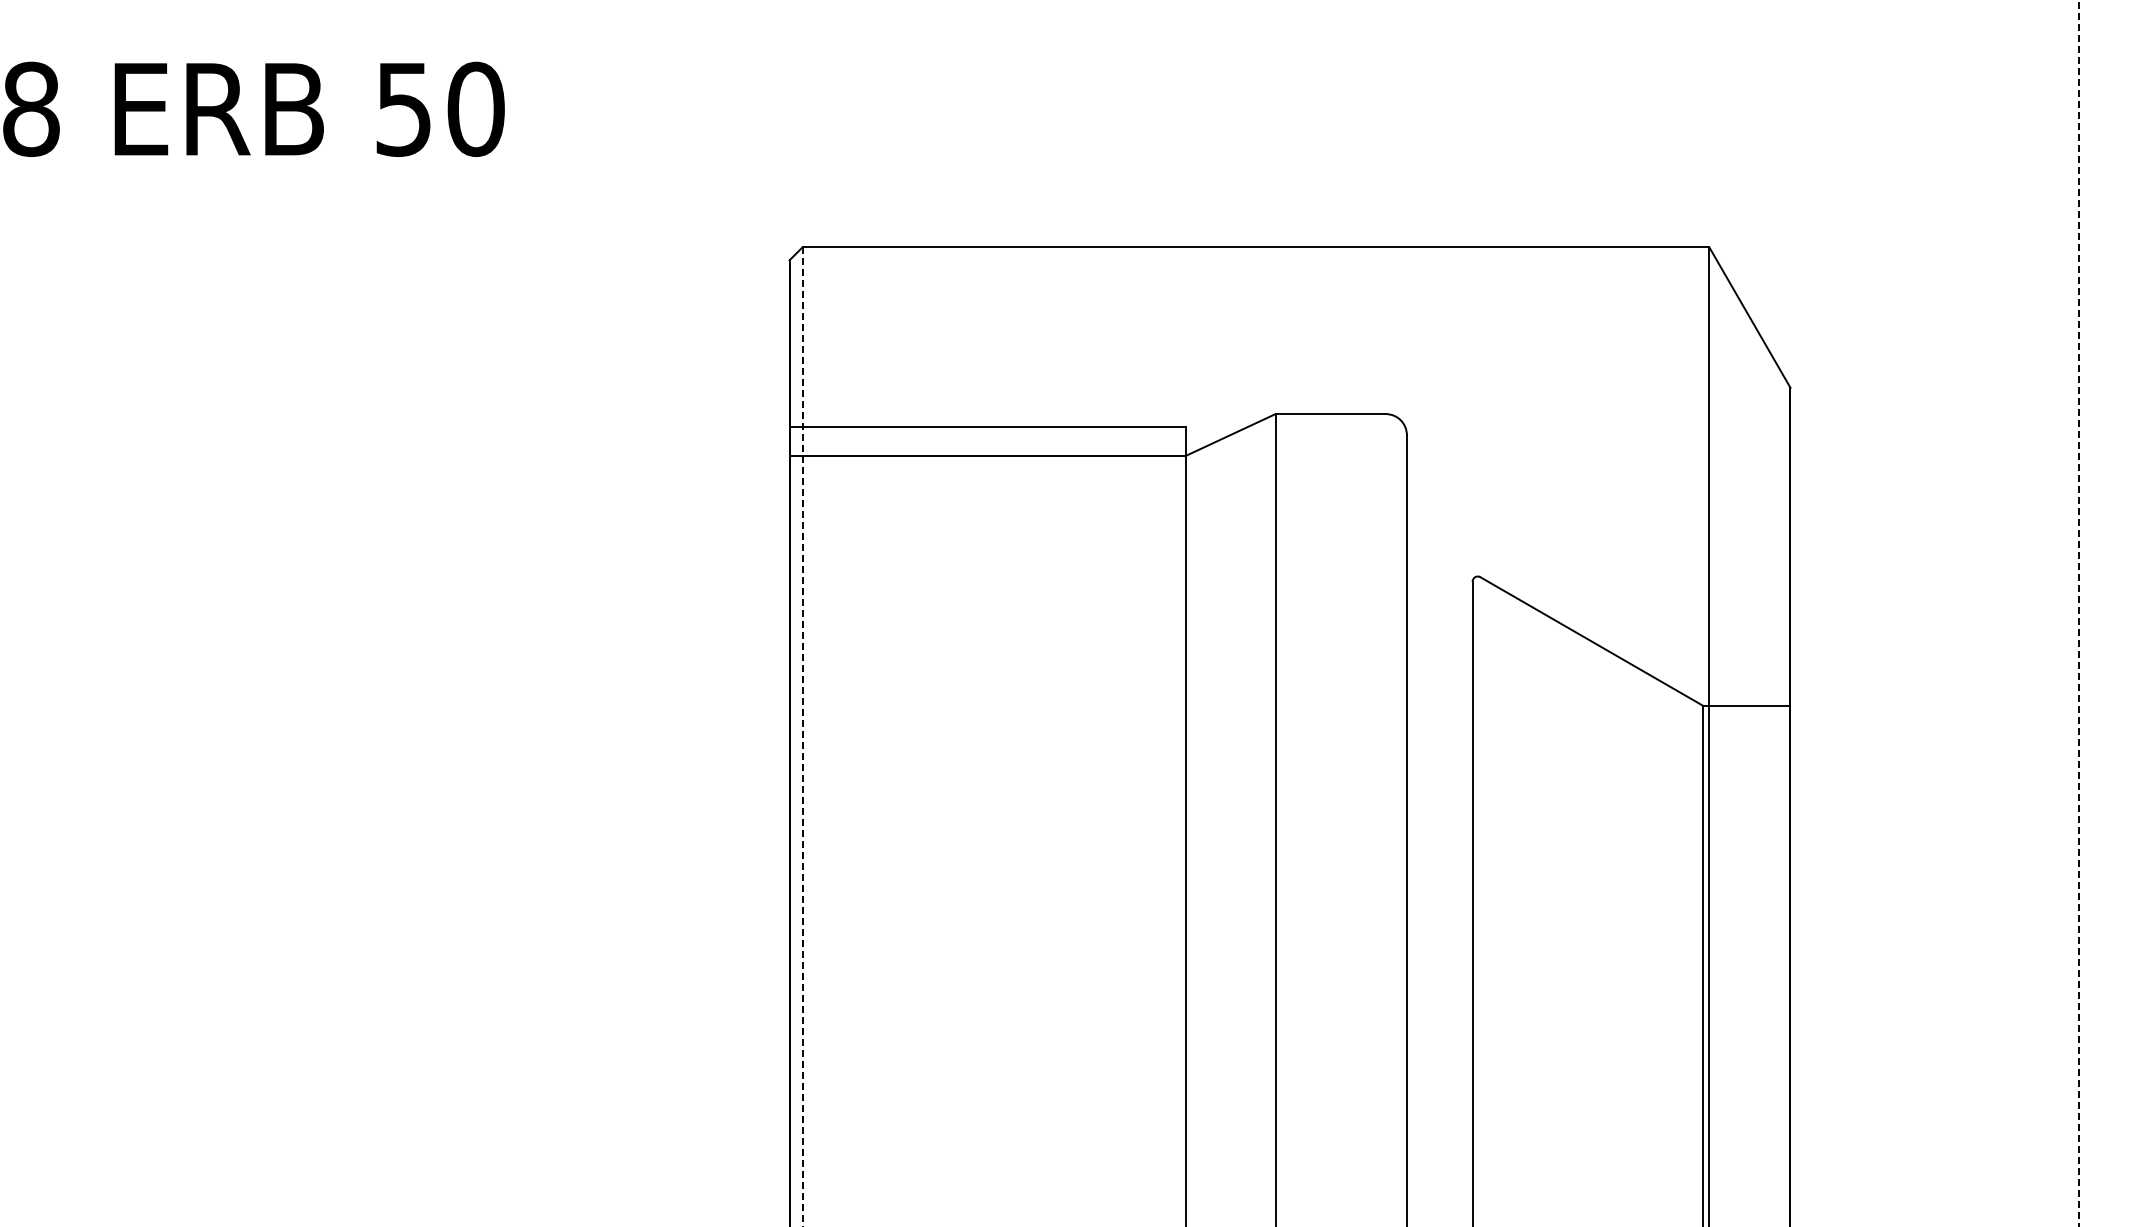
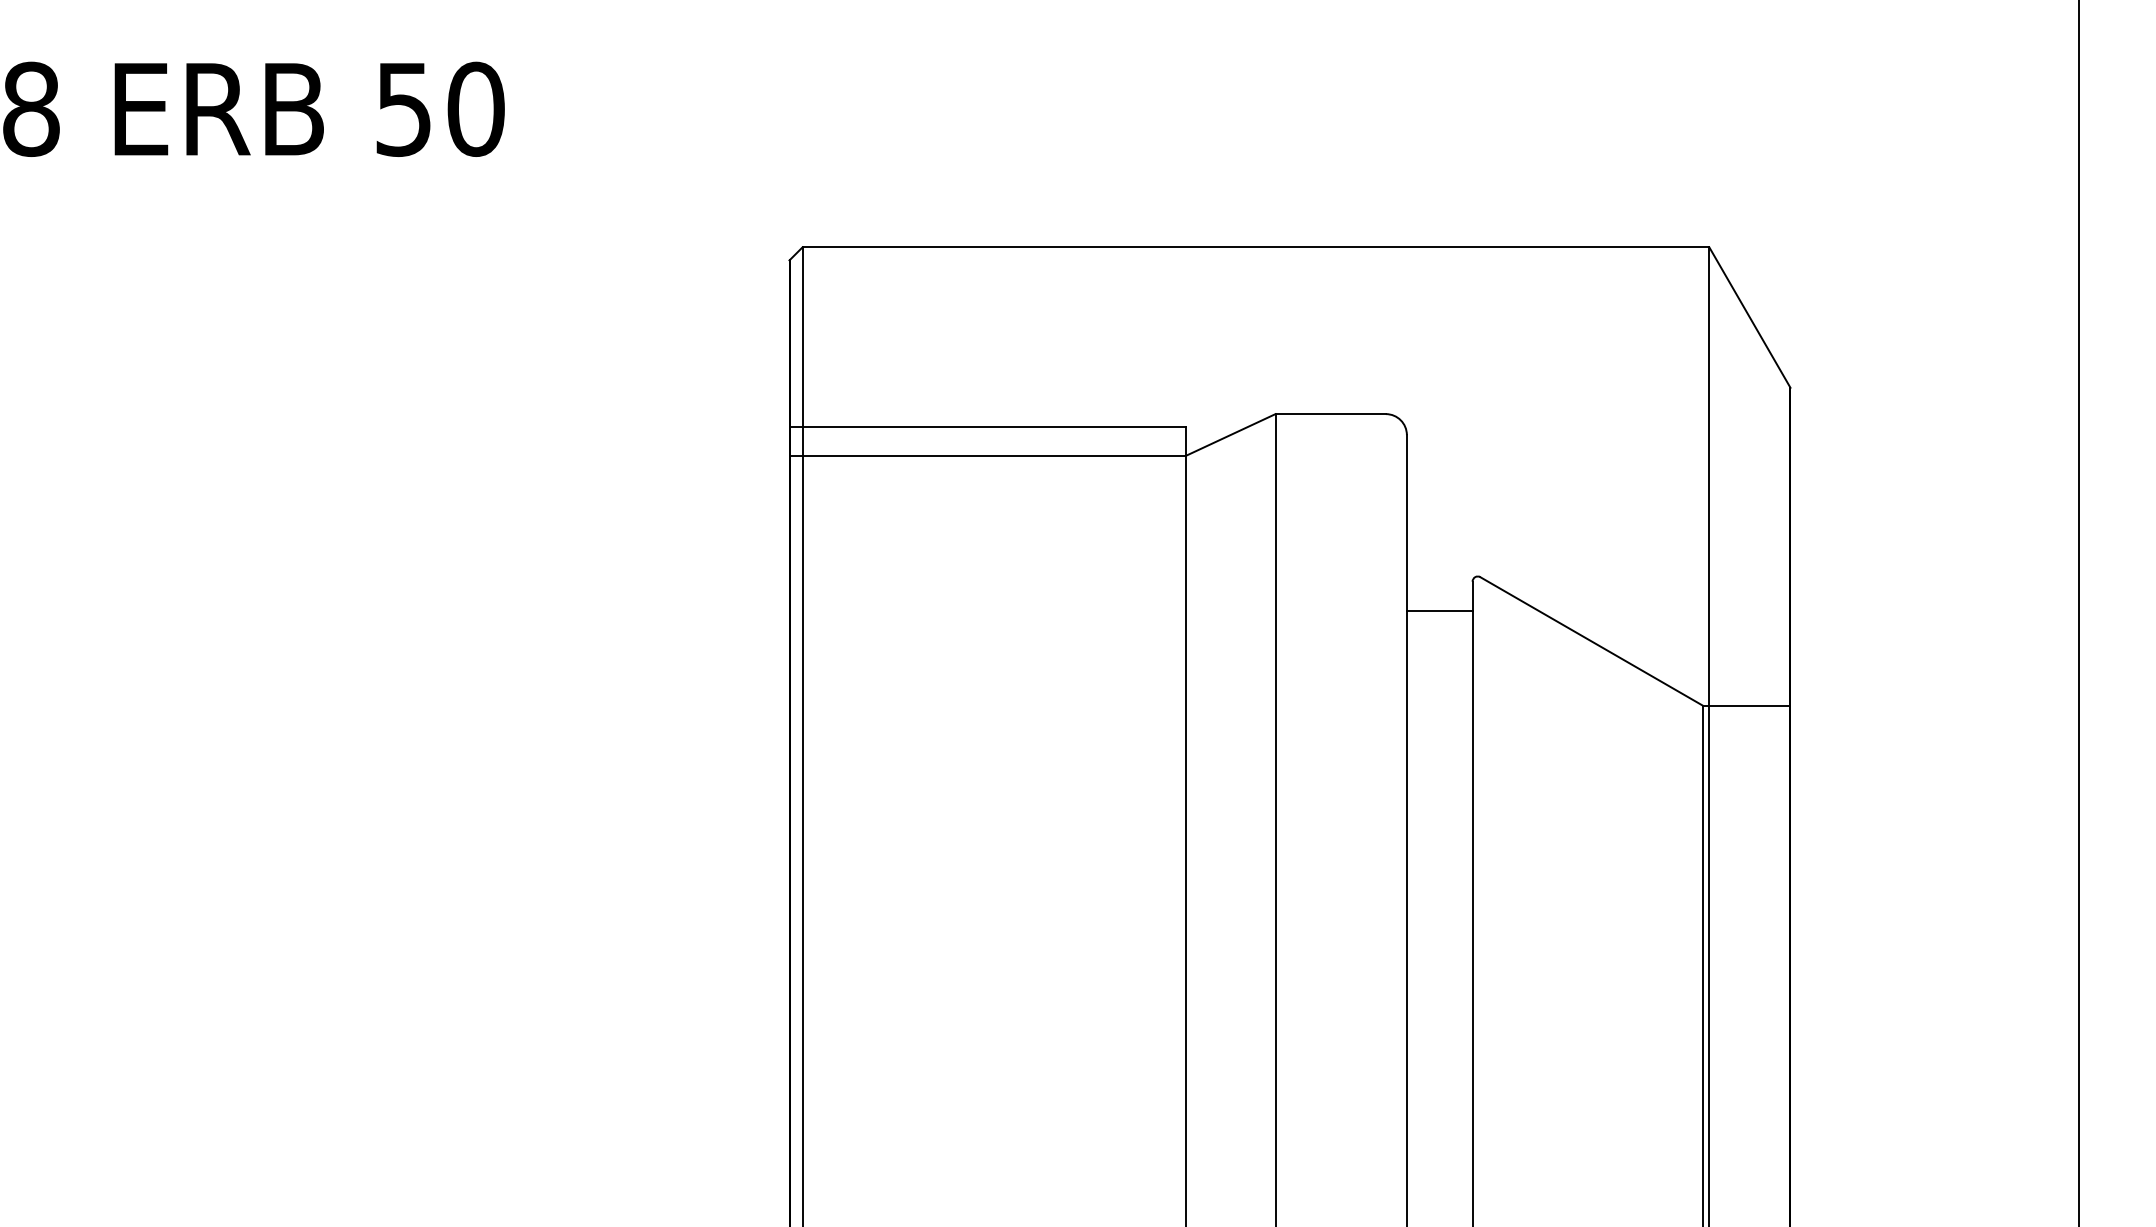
line at (1439, 611): none -> present
line at (2079, 613): dashed -> solid
line at (802, 737): dashed -> solid
